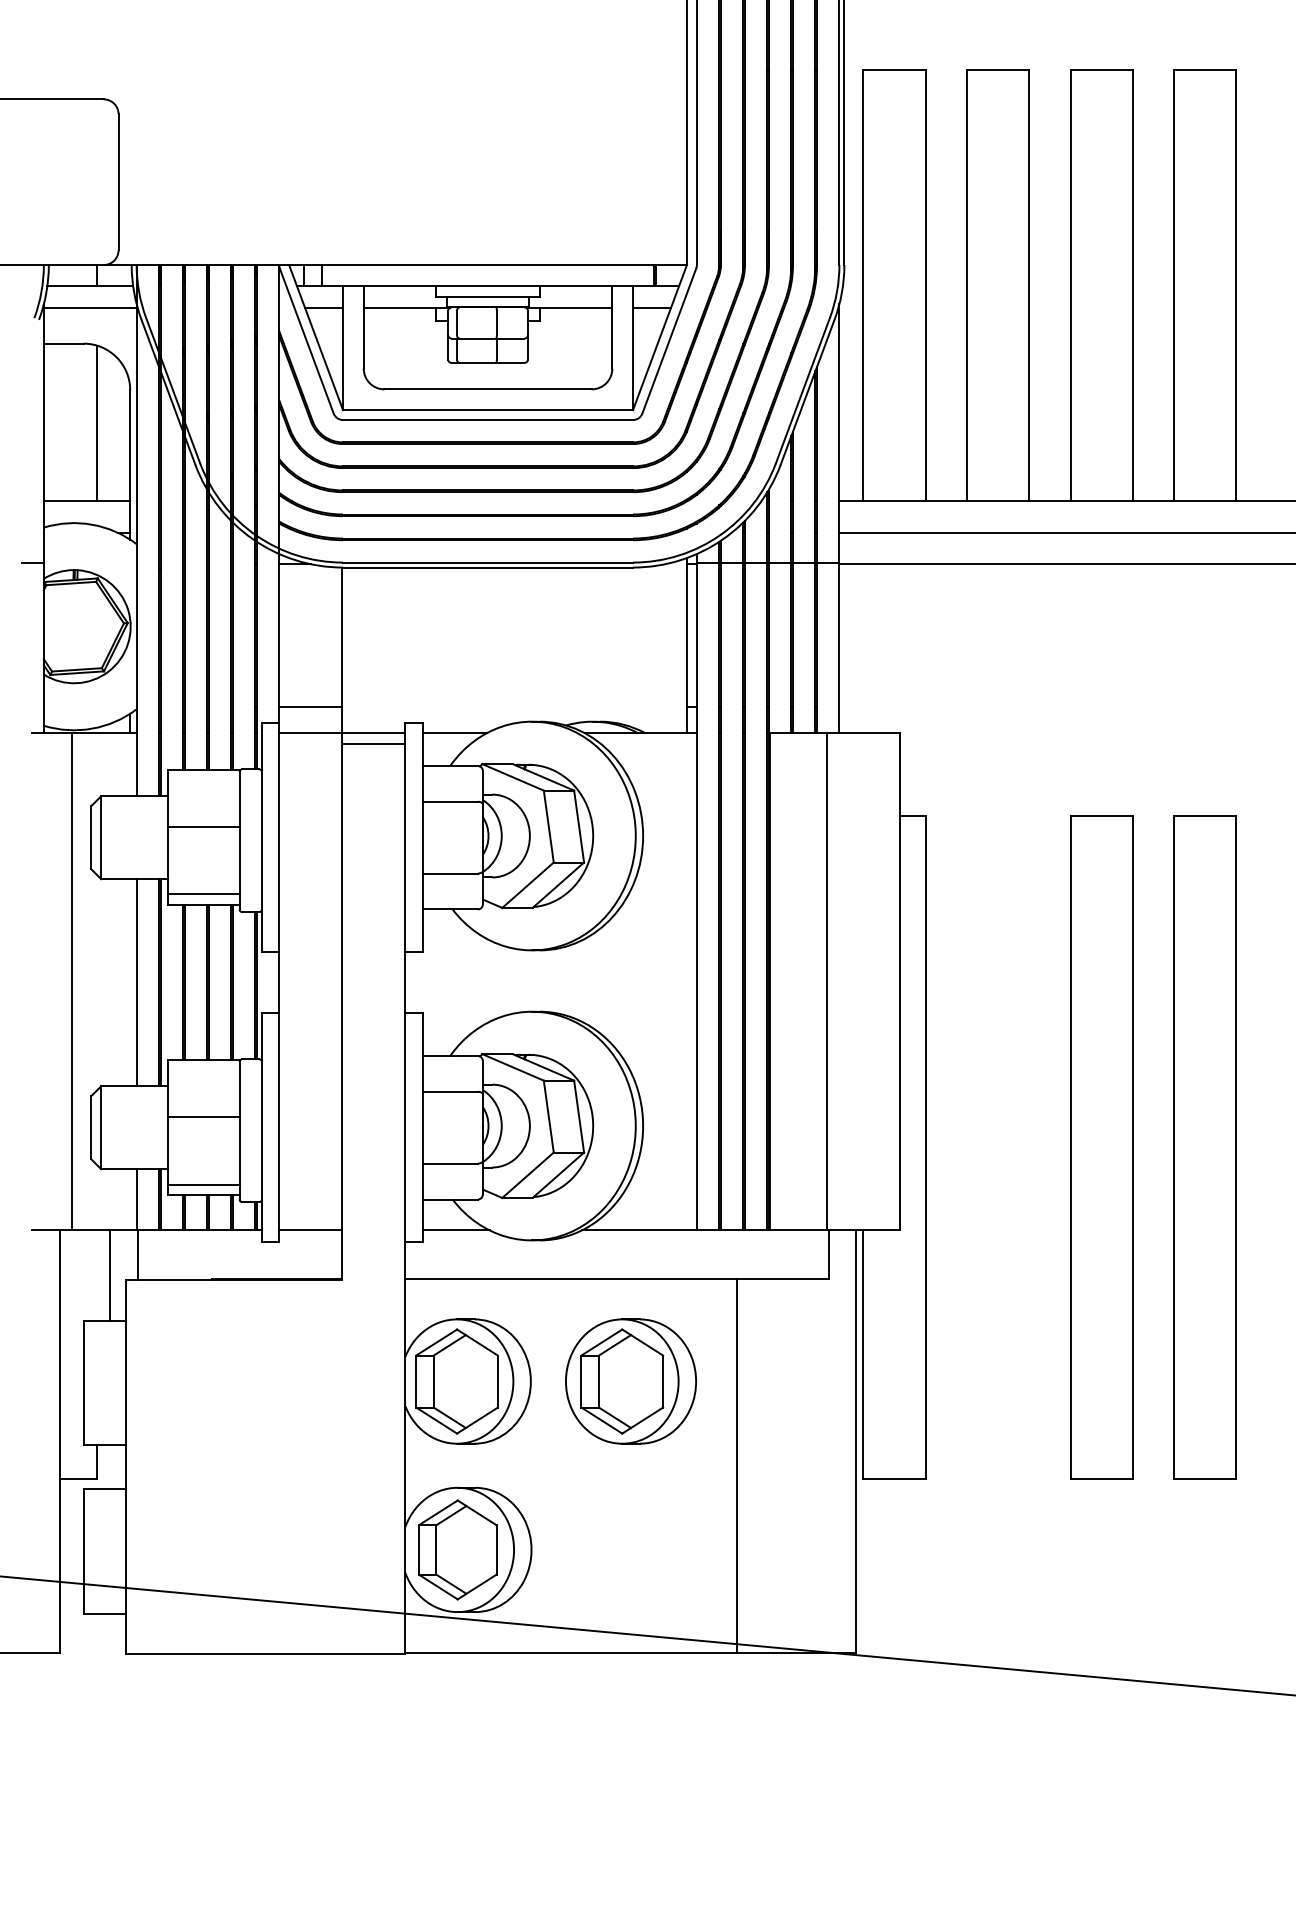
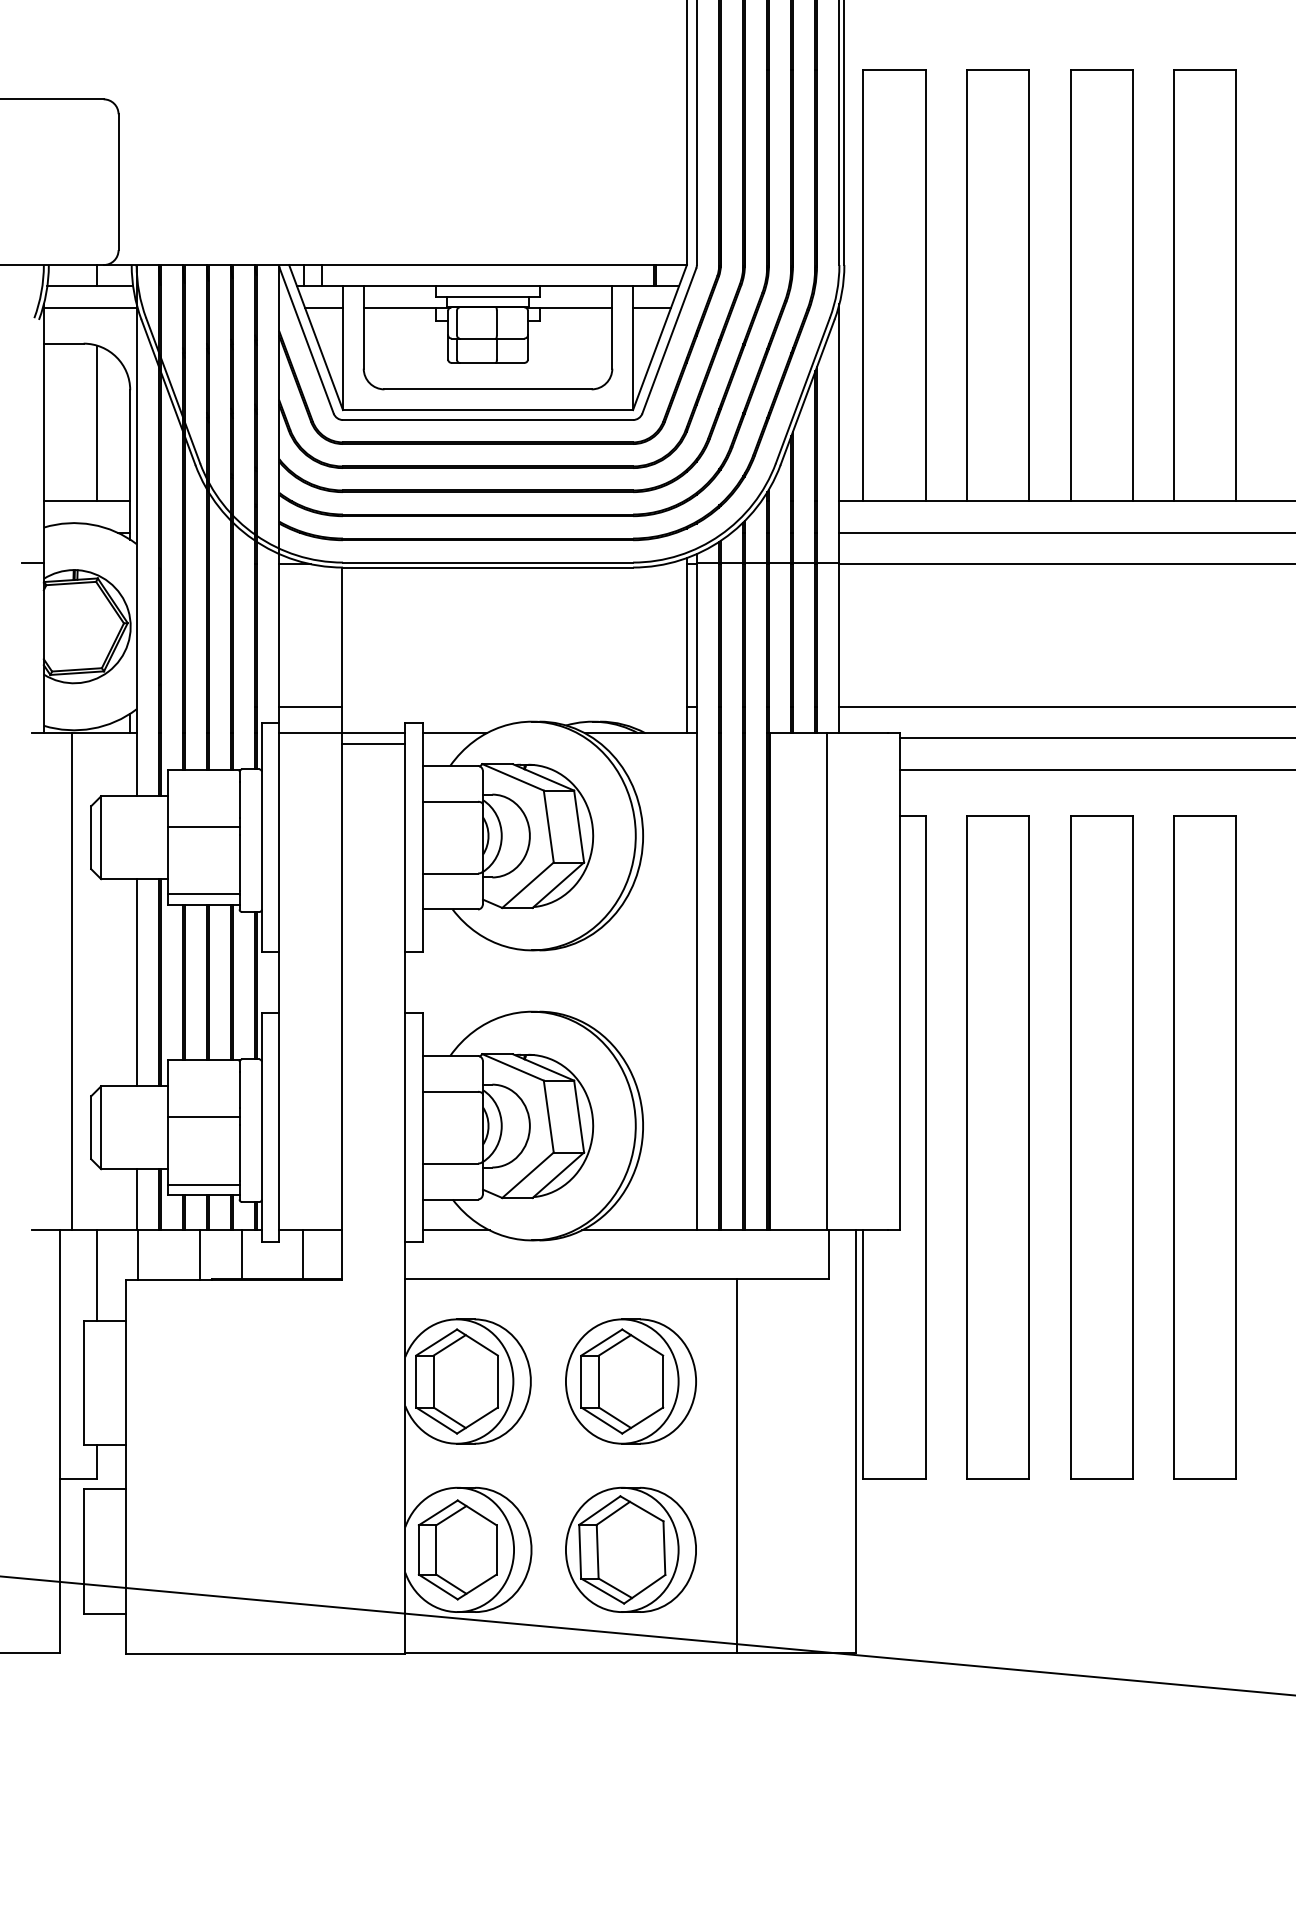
line at (1065, 706): none -> present
line at (1096, 738): none -> present
line at (1096, 769): none -> present
part at (997, 1147): none -> present
line at (241, 1254): none -> present
line at (303, 1254): none -> present
line at (200, 1255): none -> present
line at (109, 1275) position: (109, 1275) -> (96, 1275)
part at (630, 1549): none -> present
